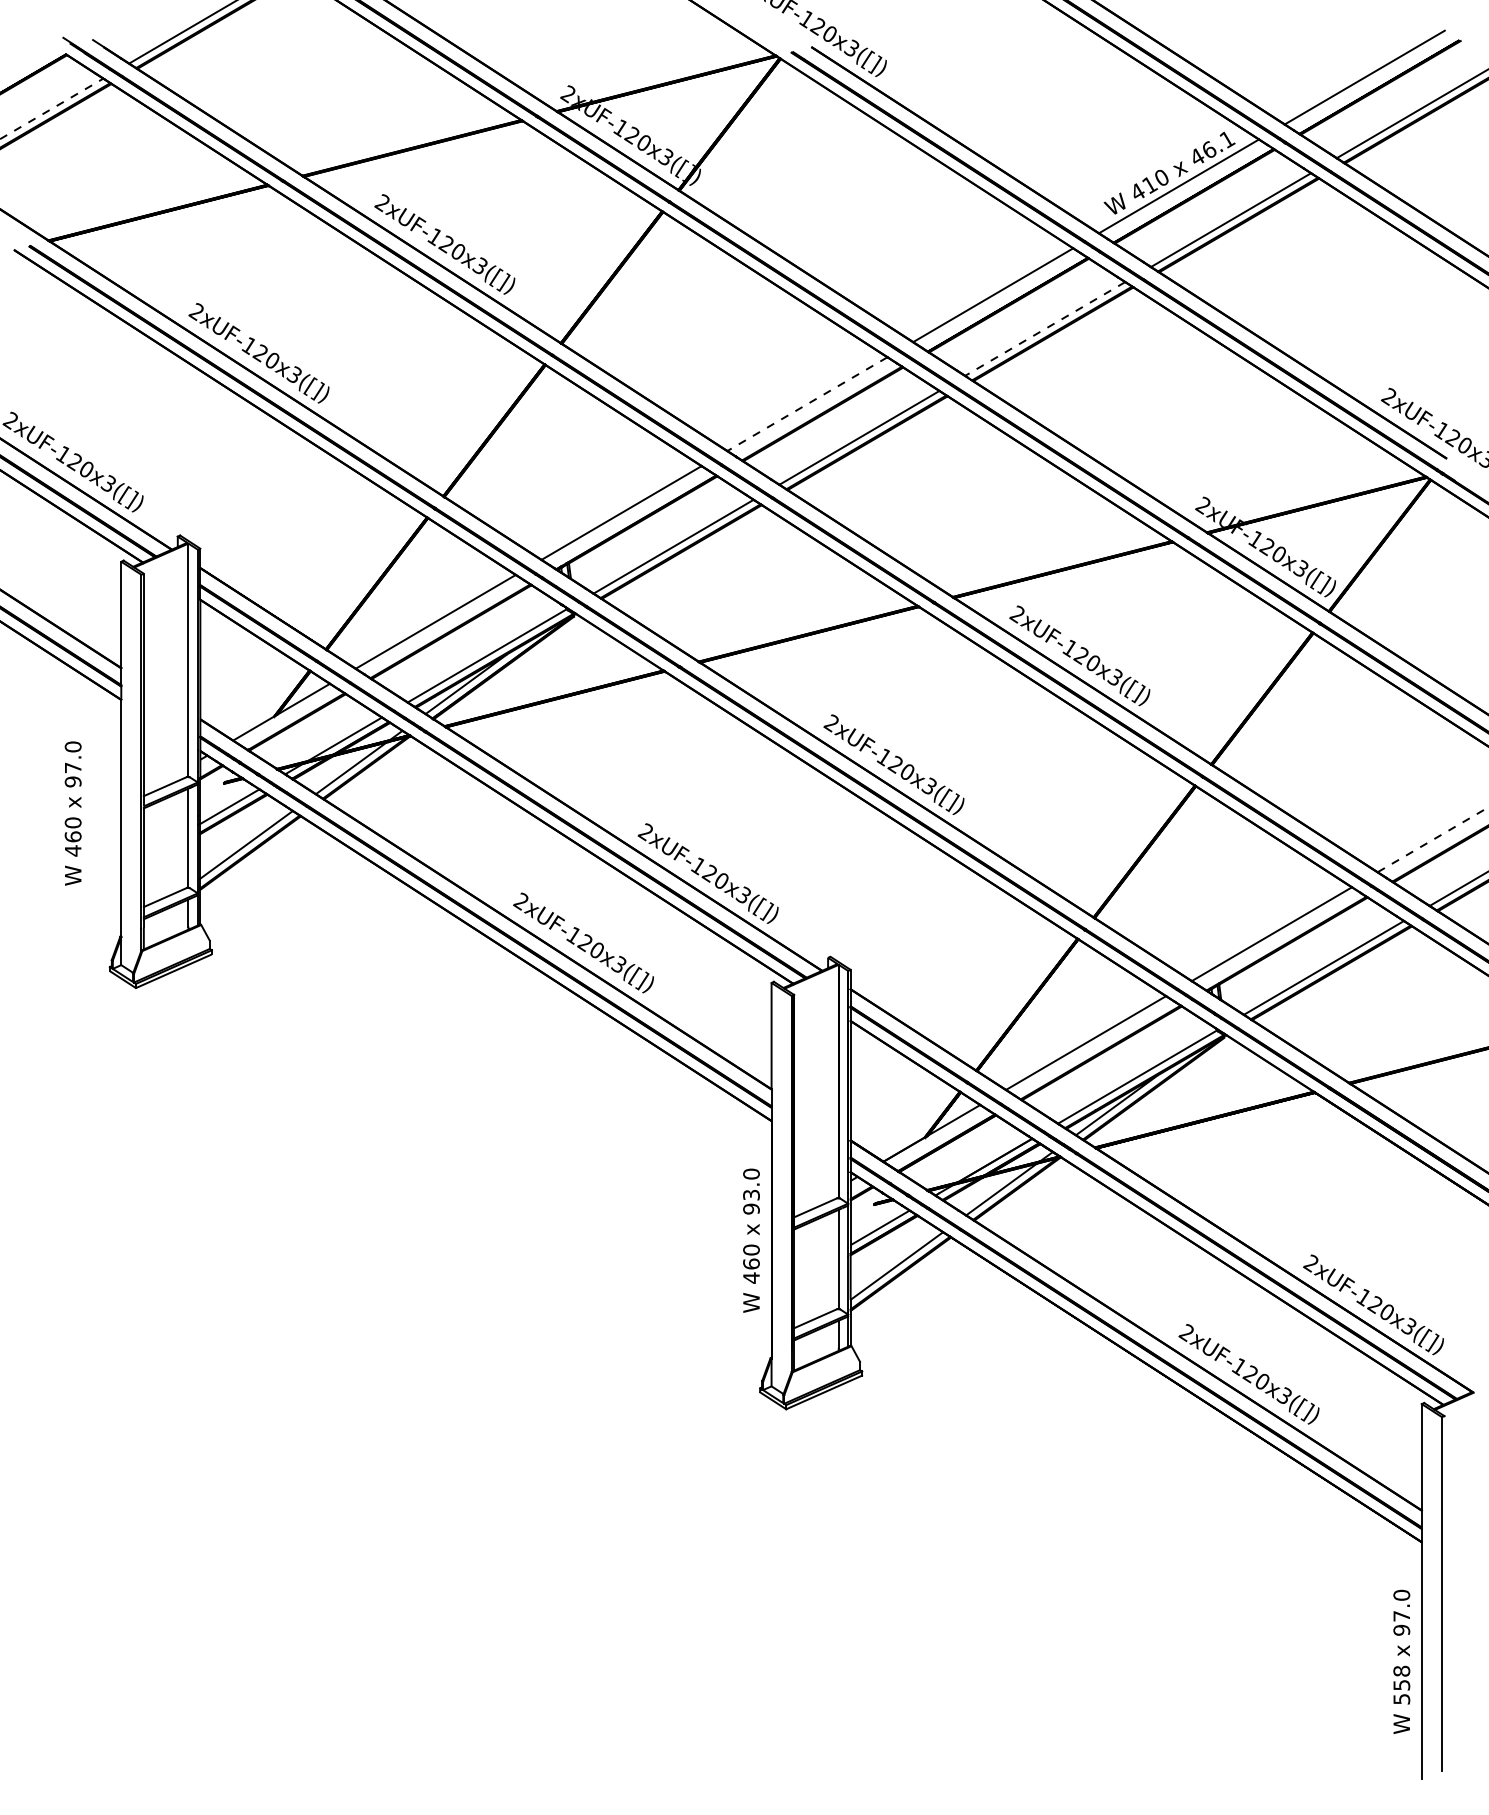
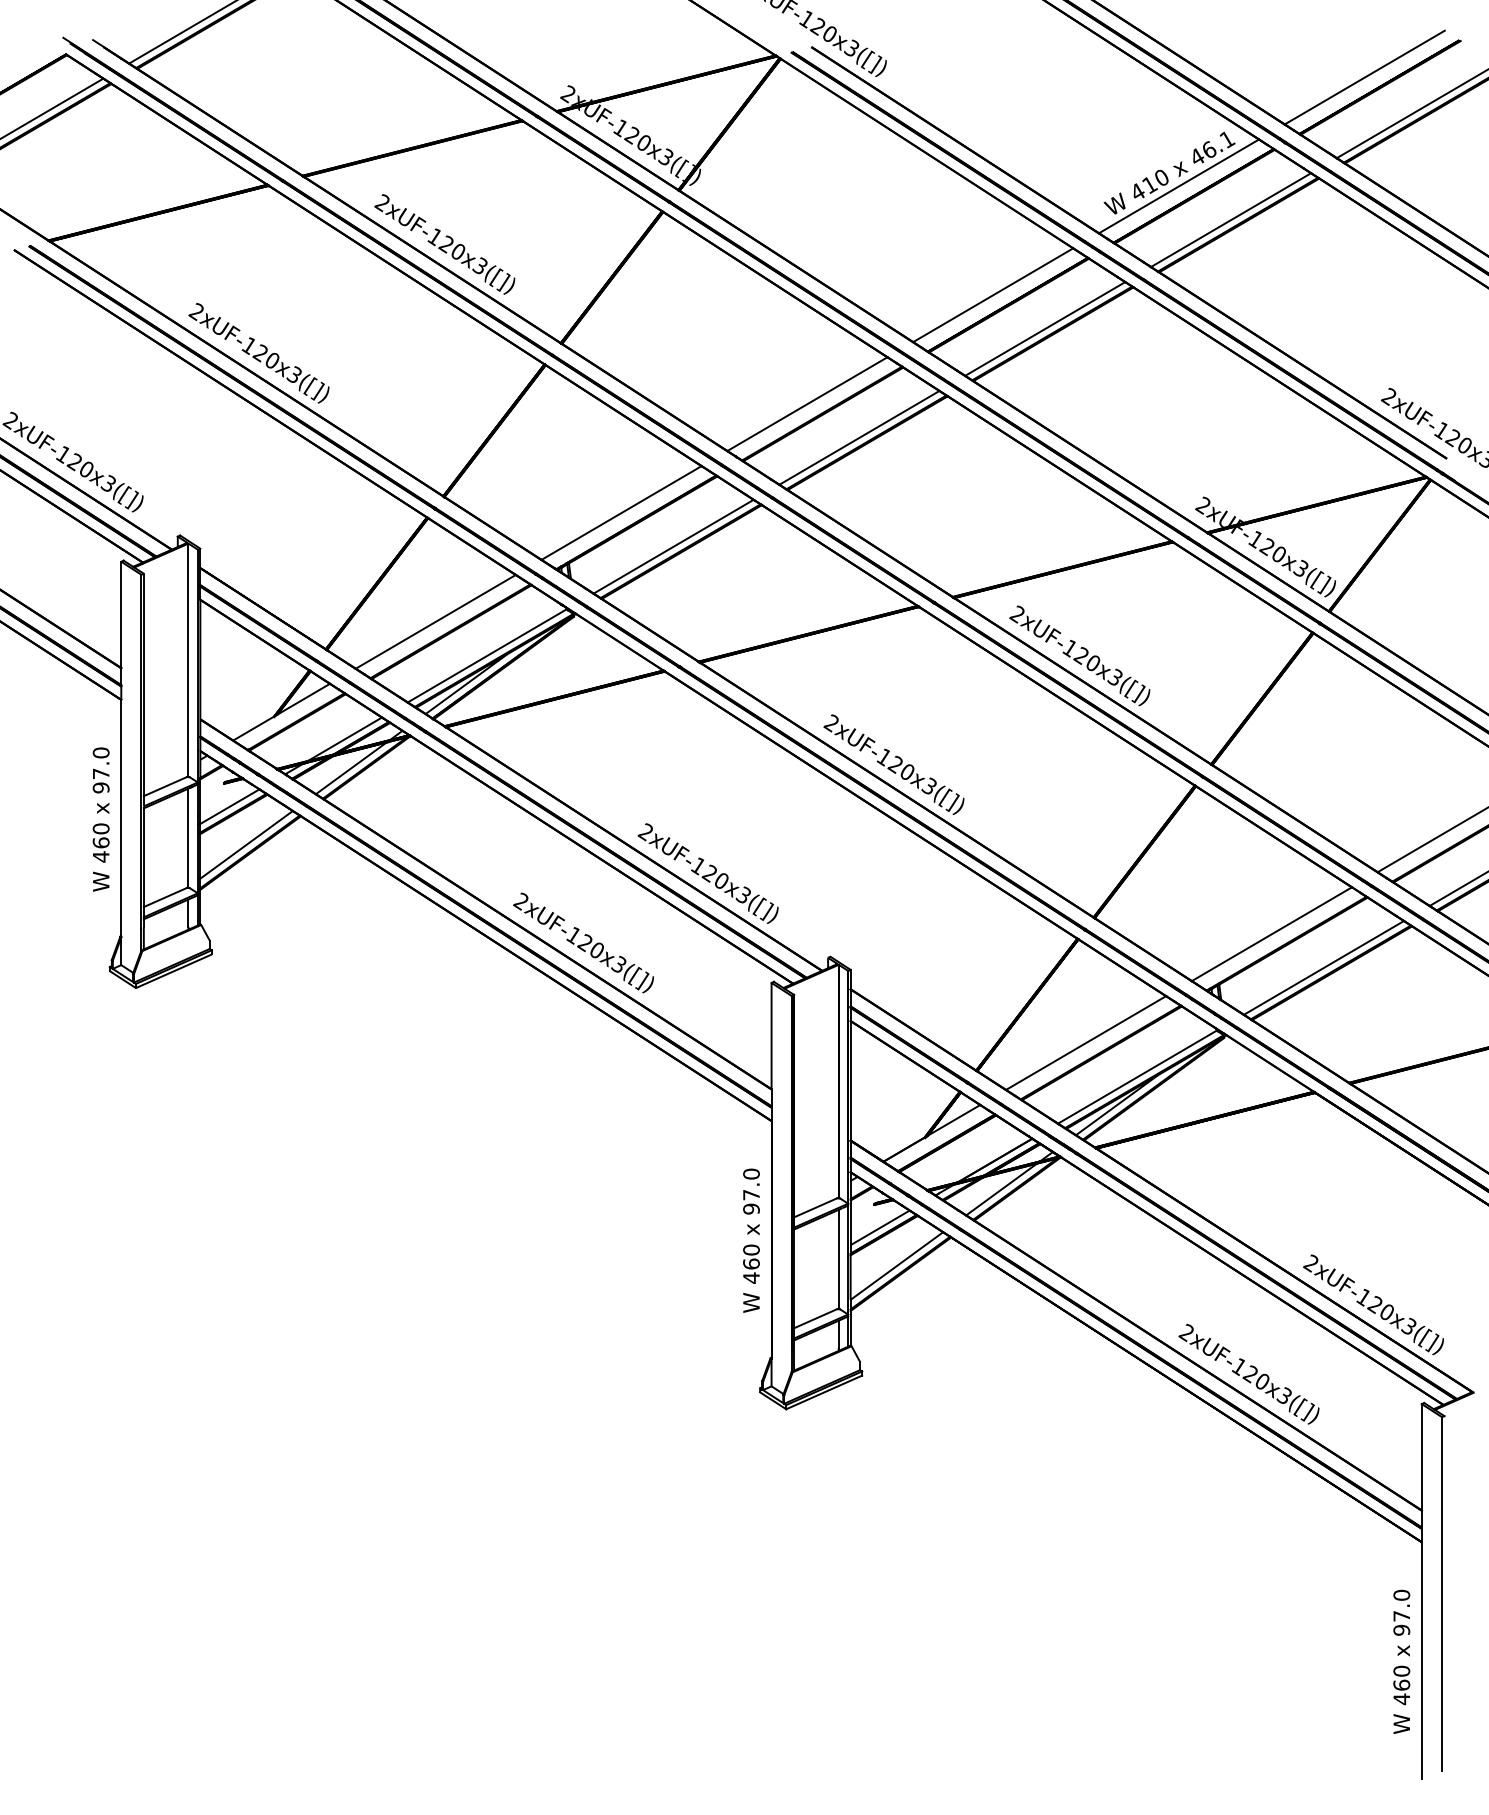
line at (51, 108): dashed -> solid
line at (1040, 331): dashed -> solid
line at (807, 404): dashed -> solid
text at (72, 813) position: (72, 813) -> (100, 819)
line at (1433, 839): dashed -> solid
text at (751, 1195): 93.0 -> 97.0
text at (1401, 1685): 558 -> 460
